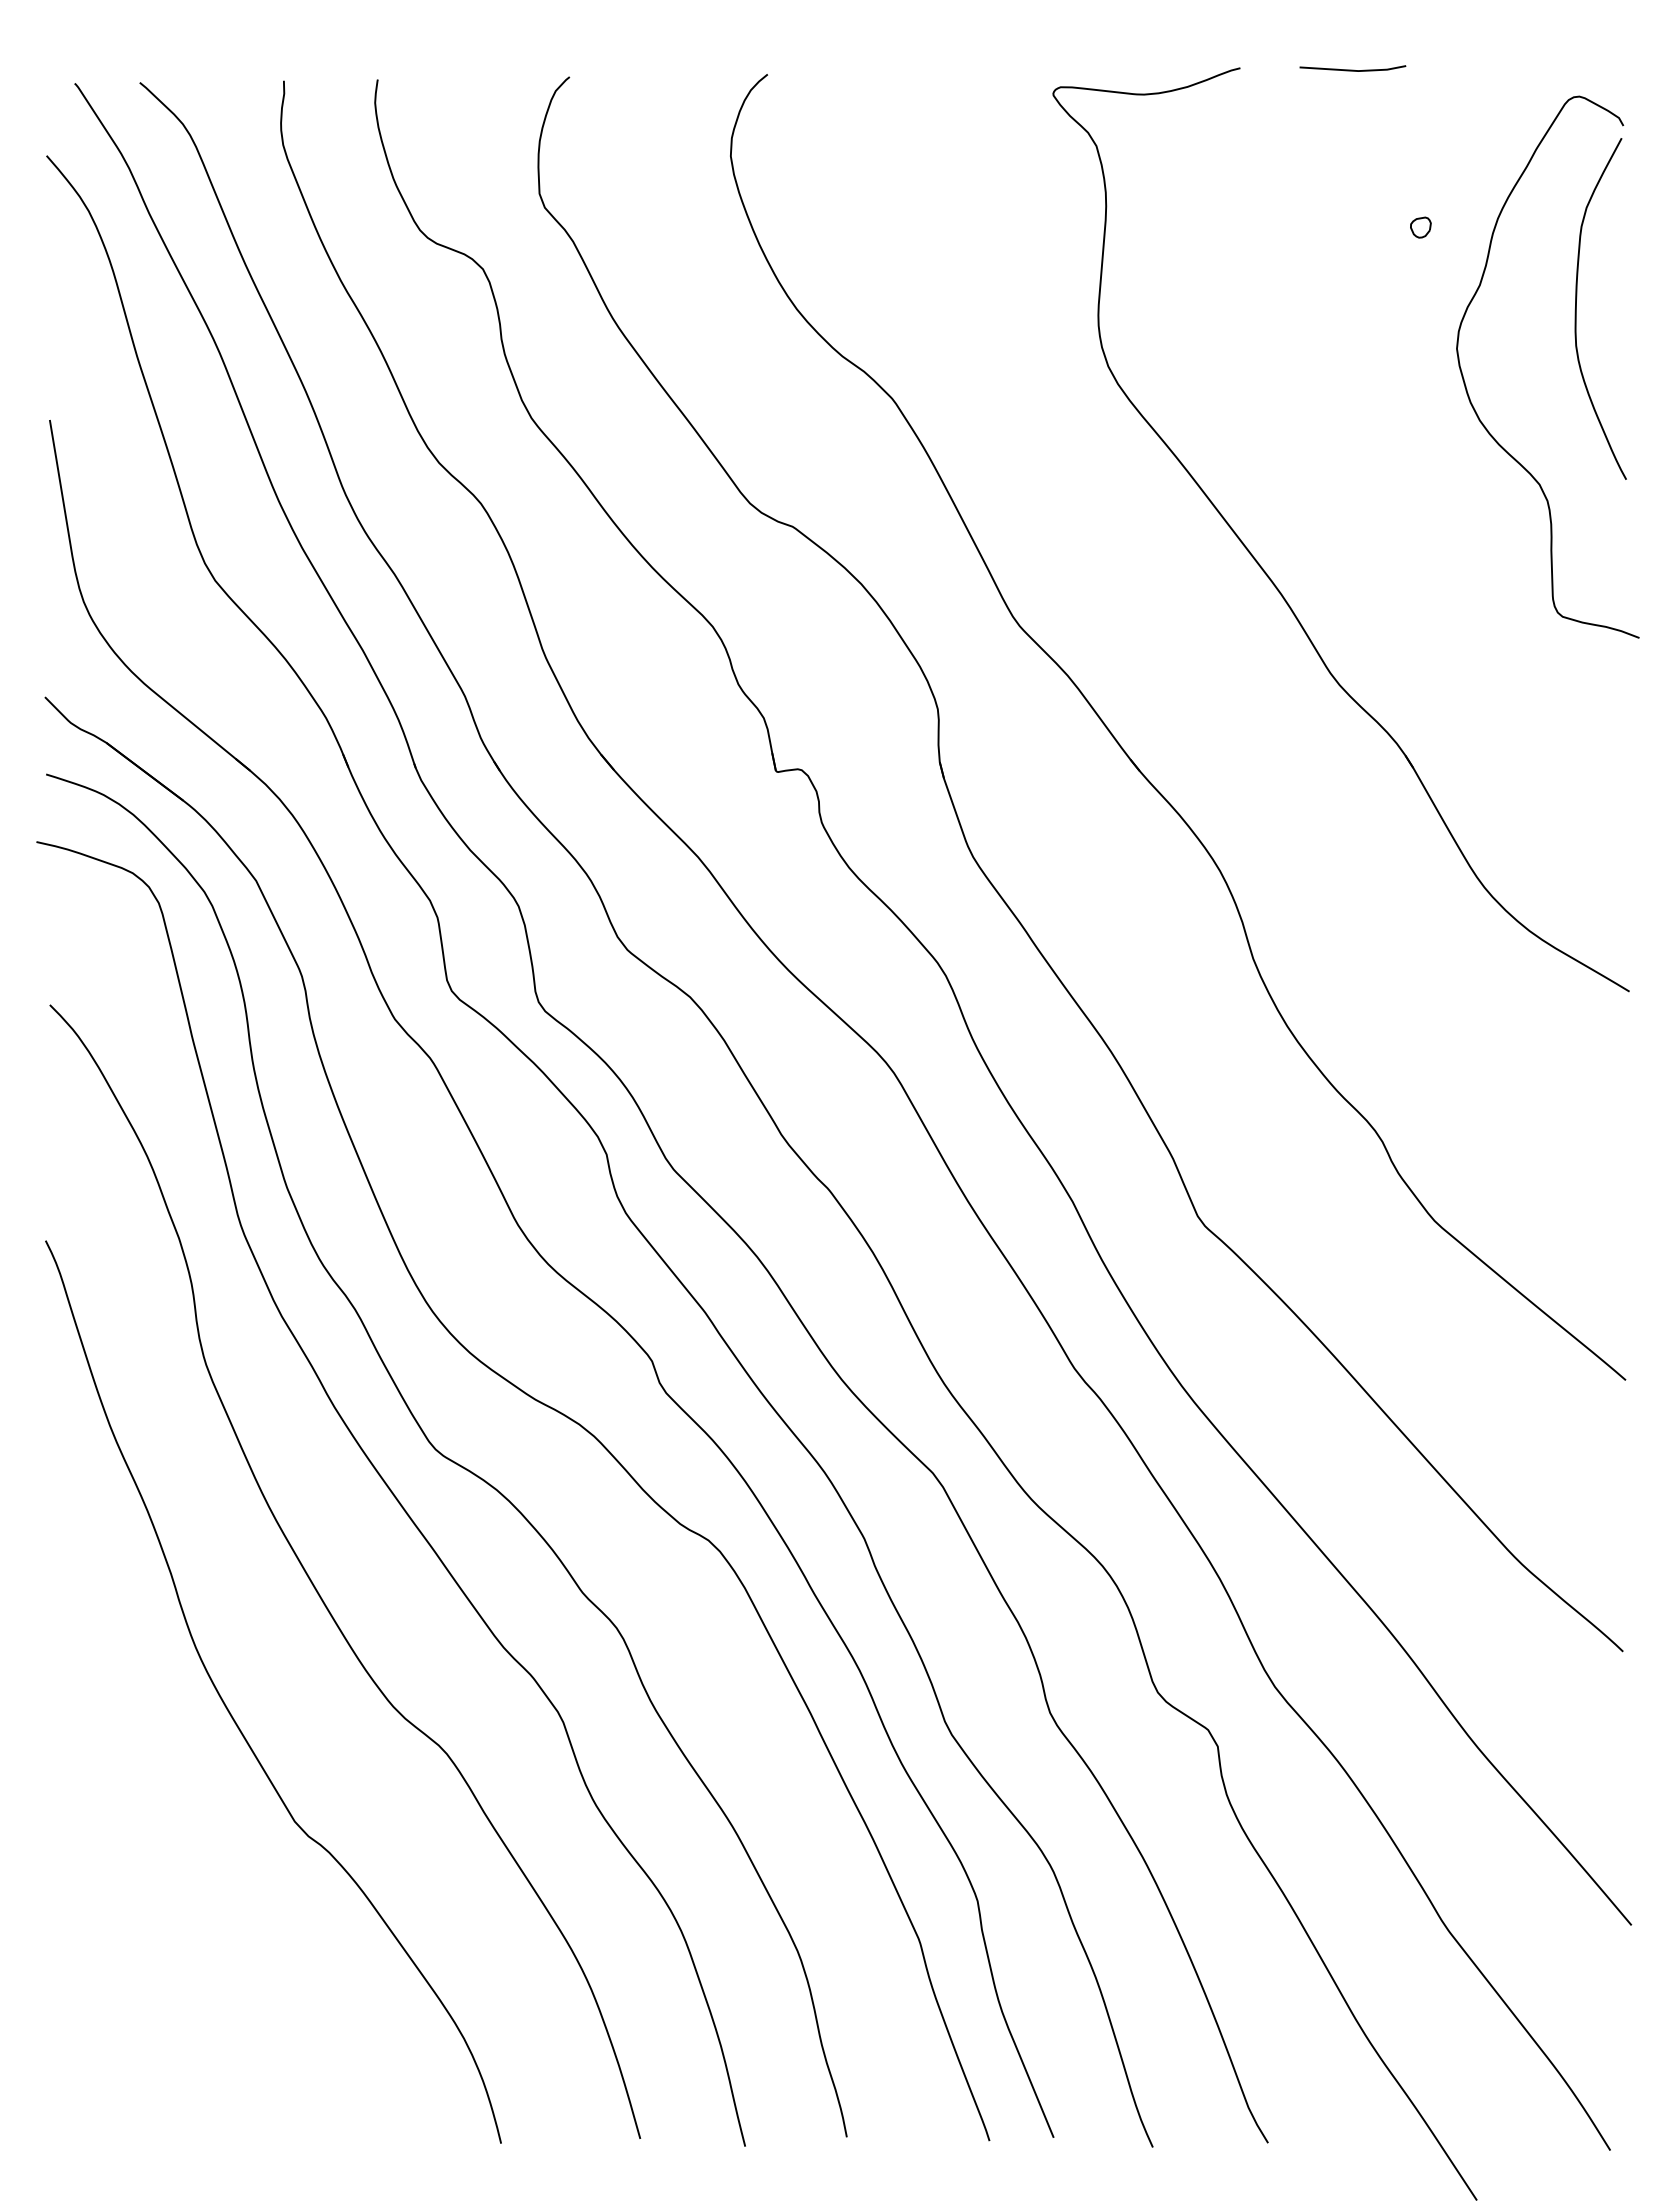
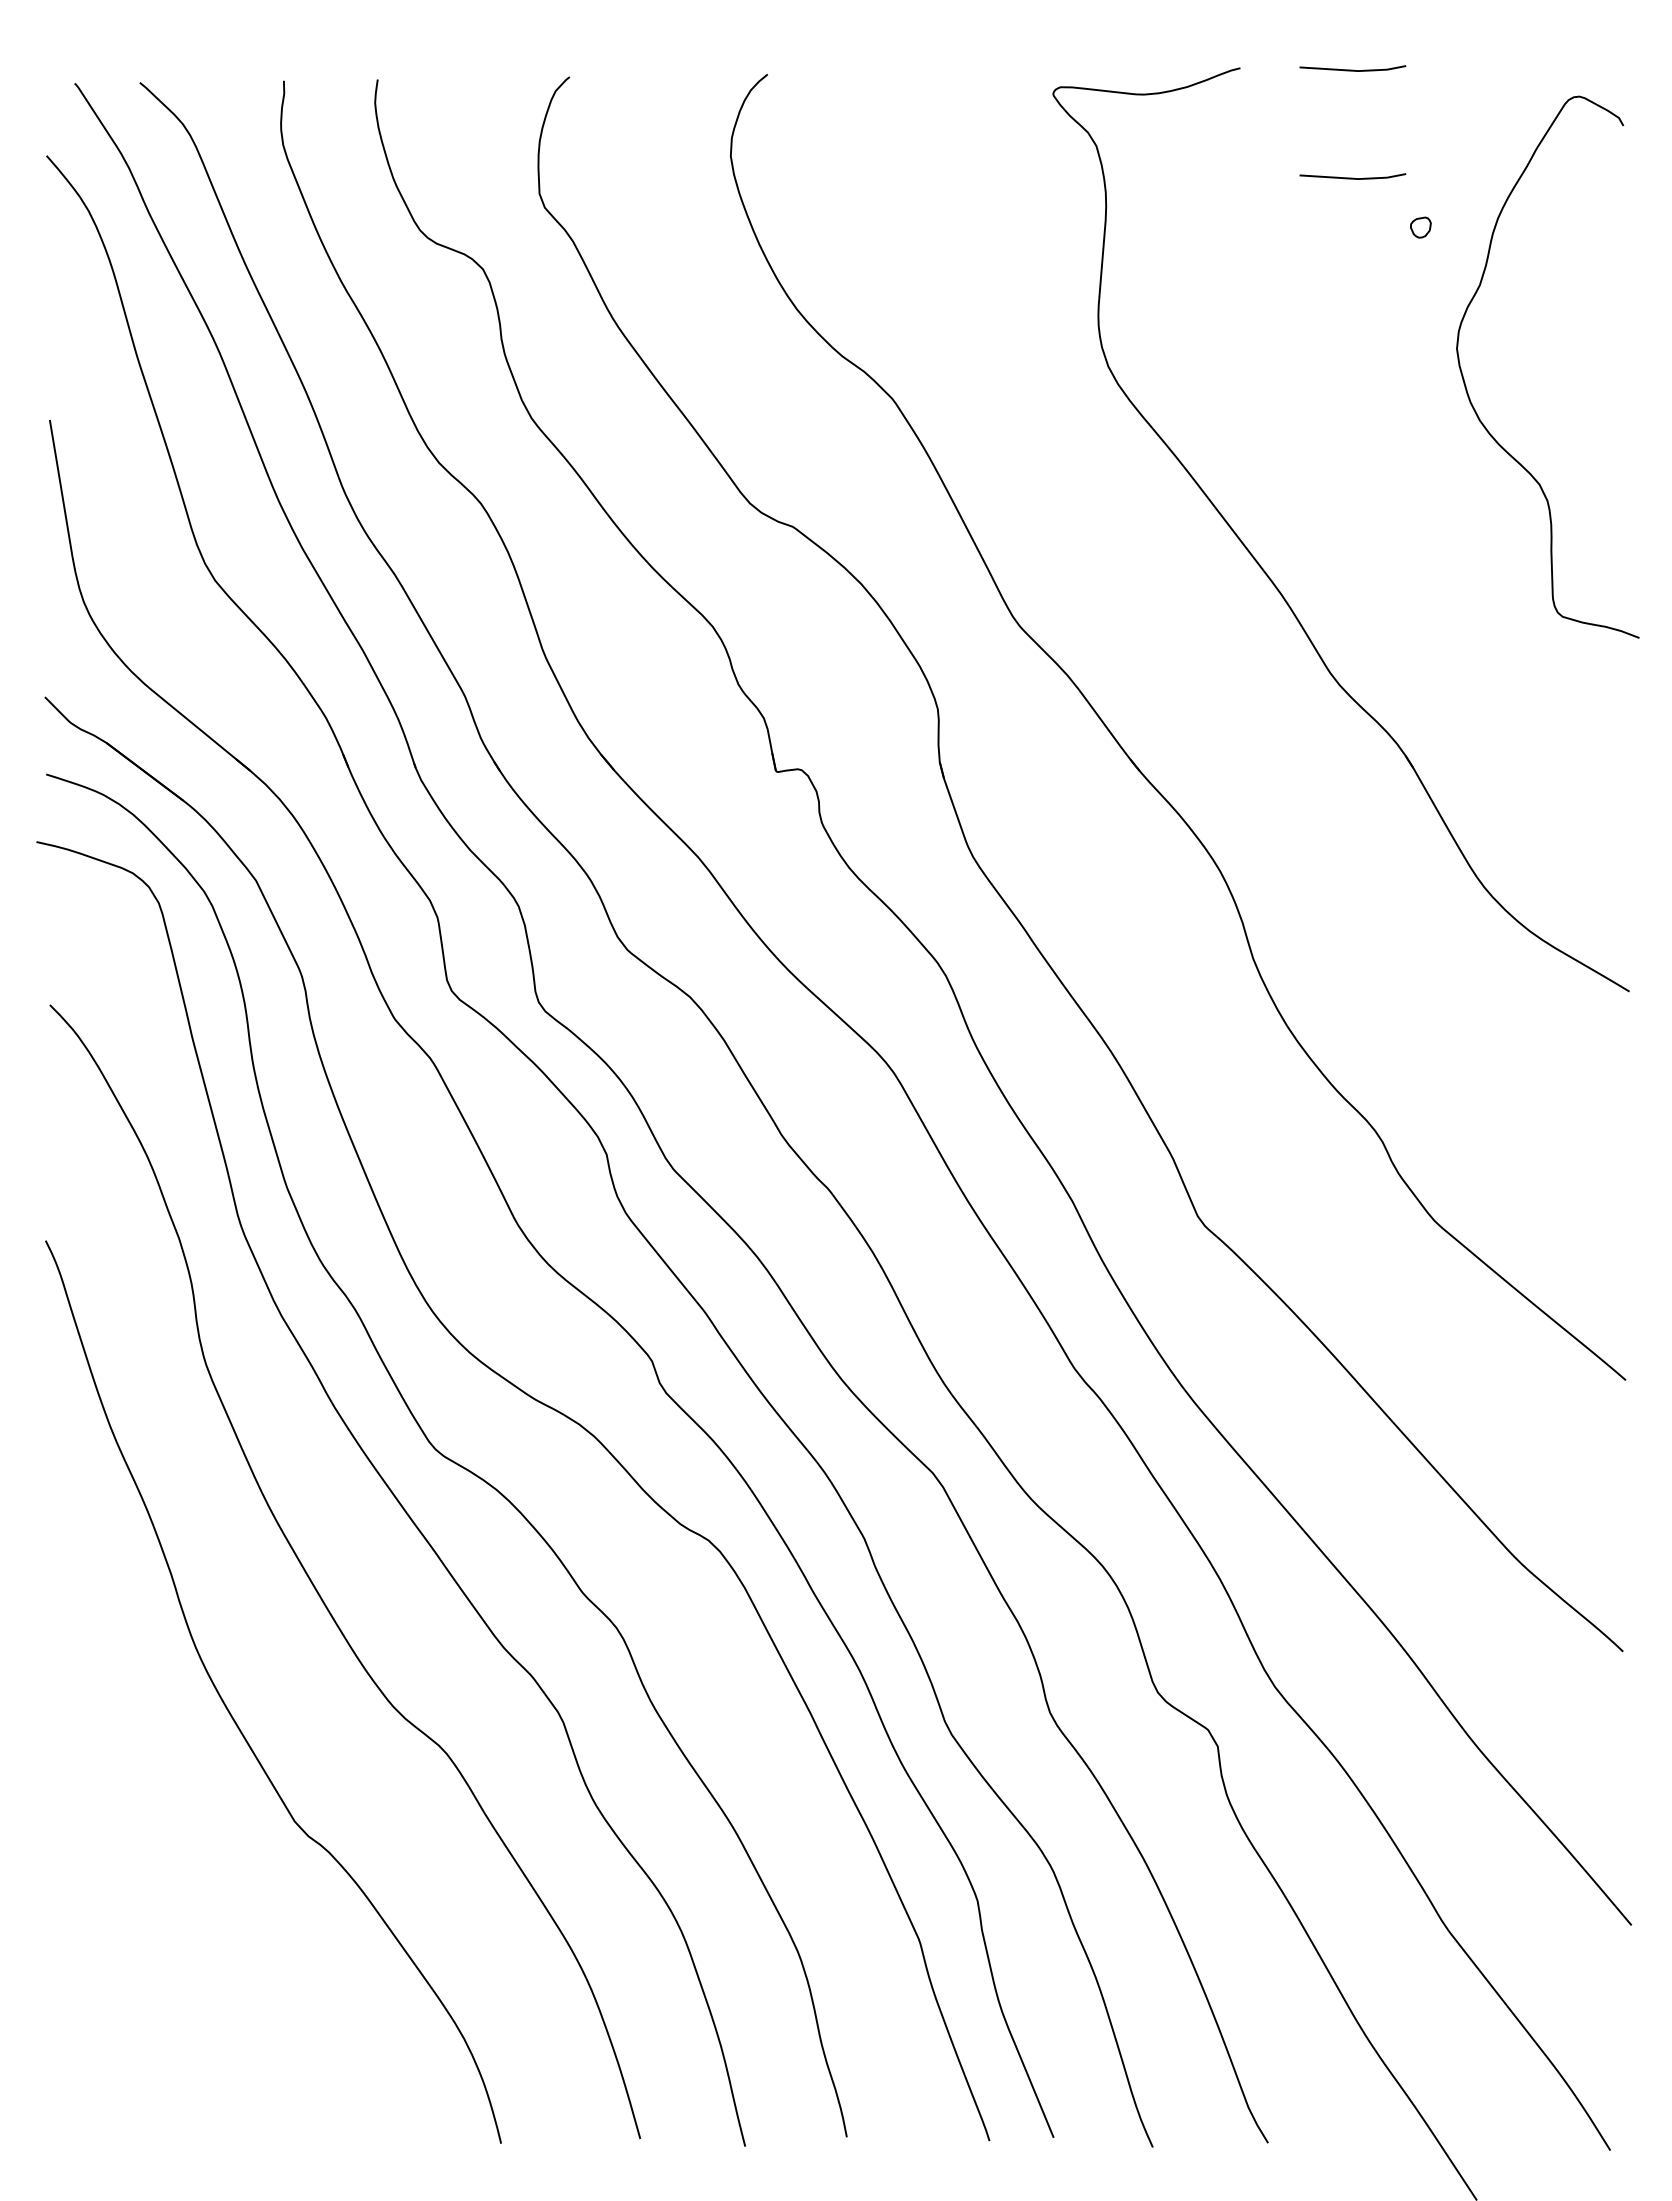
line at (1352, 177): none -> present
curve at (1576, 308): present -> none
